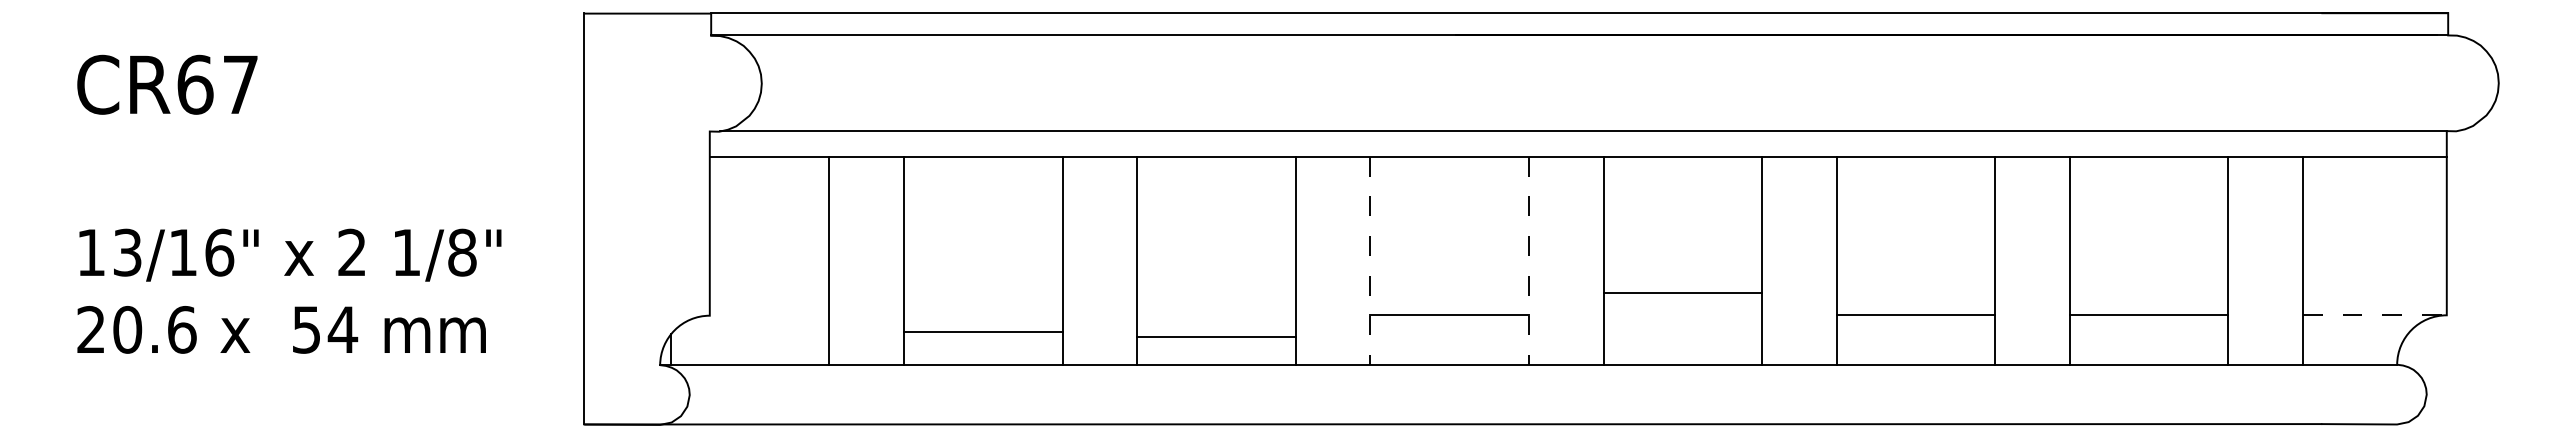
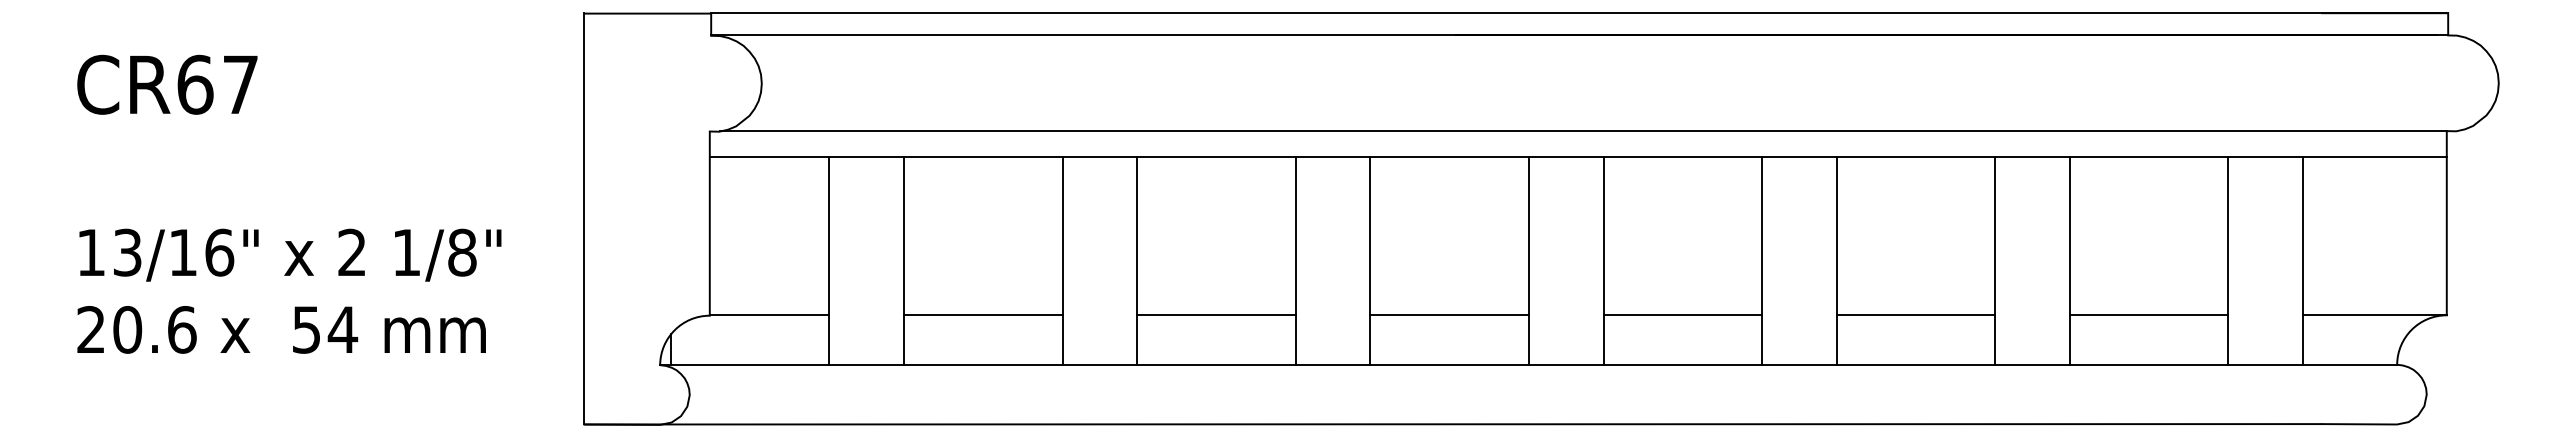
line at (1369, 261): dashed -> solid
line at (1529, 261): dashed -> solid
line at (1682, 293) position: (1682, 293) -> (1682, 315)
line at (769, 315): none -> present
line at (2374, 315): dashed -> solid
line at (982, 332) position: (982, 332) -> (982, 315)
line at (1215, 337) position: (1215, 337) -> (1215, 315)
